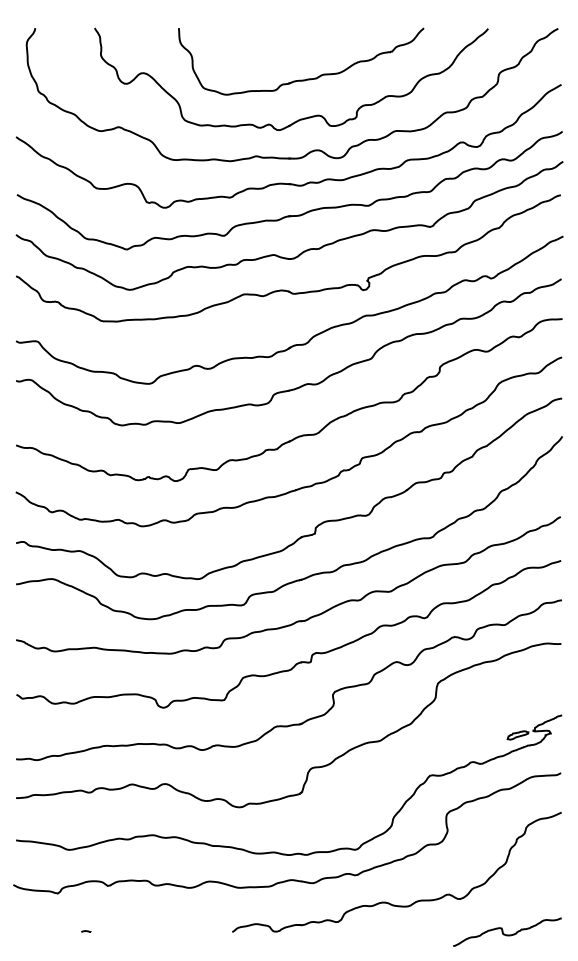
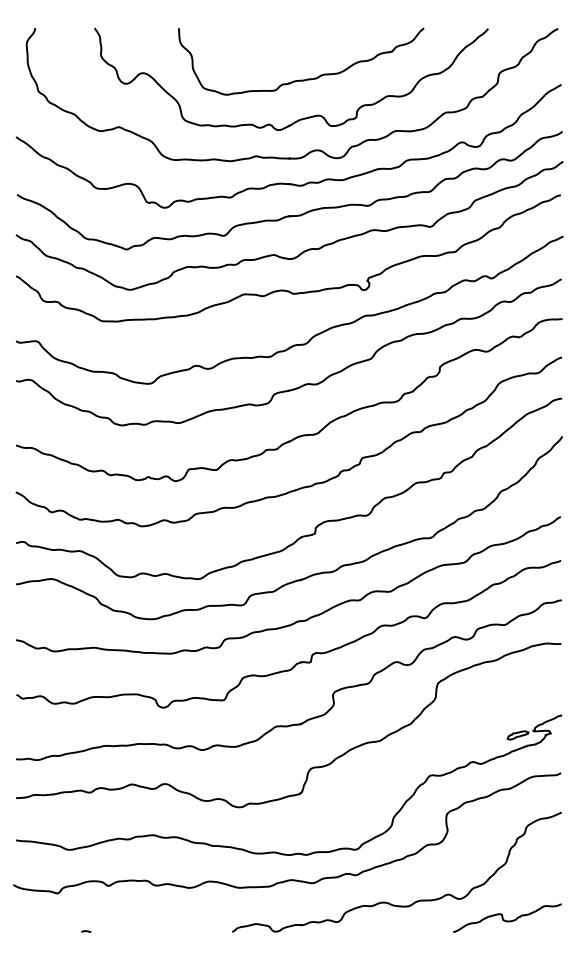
curve at (507, 934) position: (507, 934) -> (507, 920)
